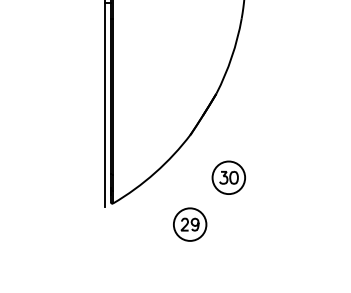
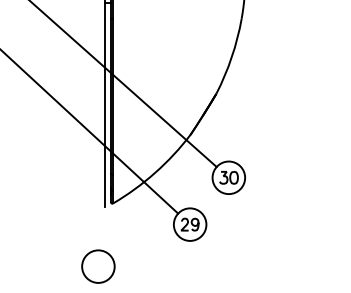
line at (123, 84): none -> present
line at (90, 132): none -> present
circle at (98, 266): none -> present
